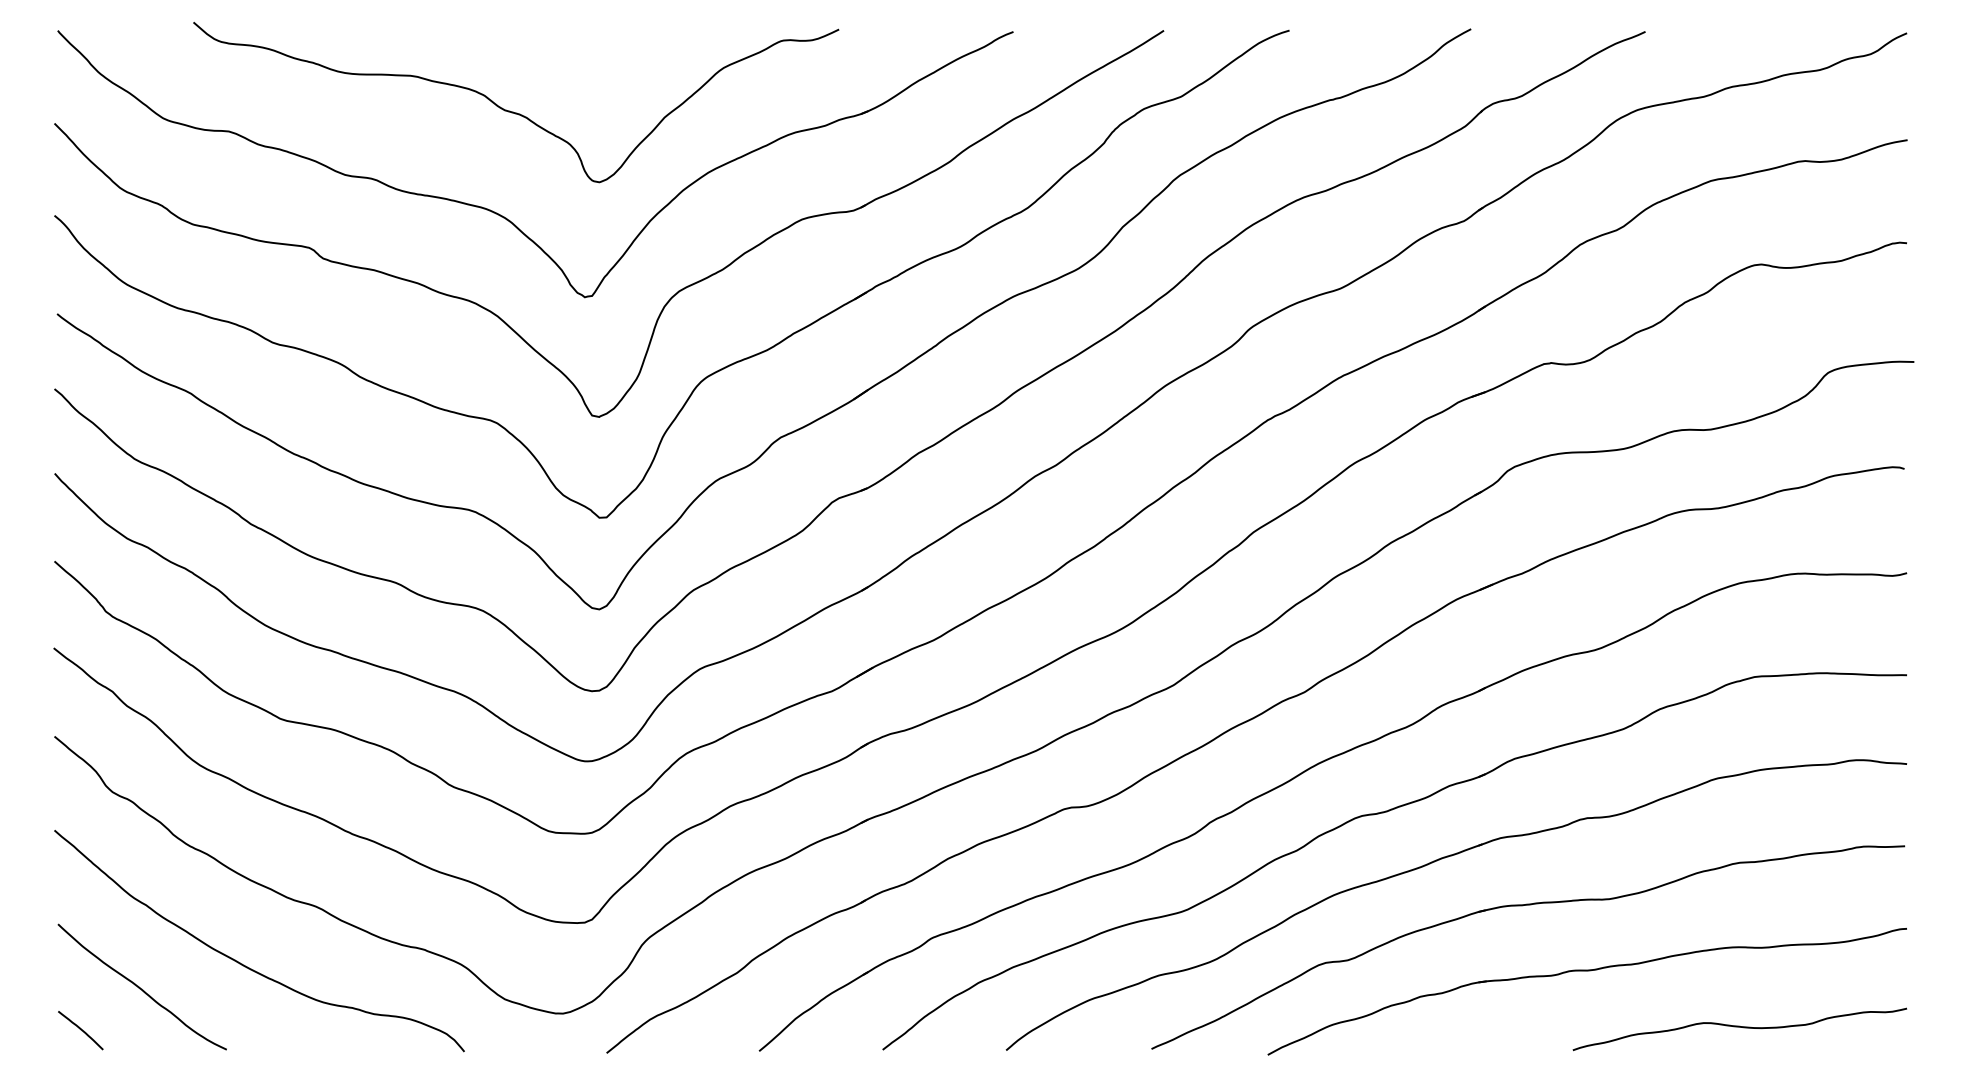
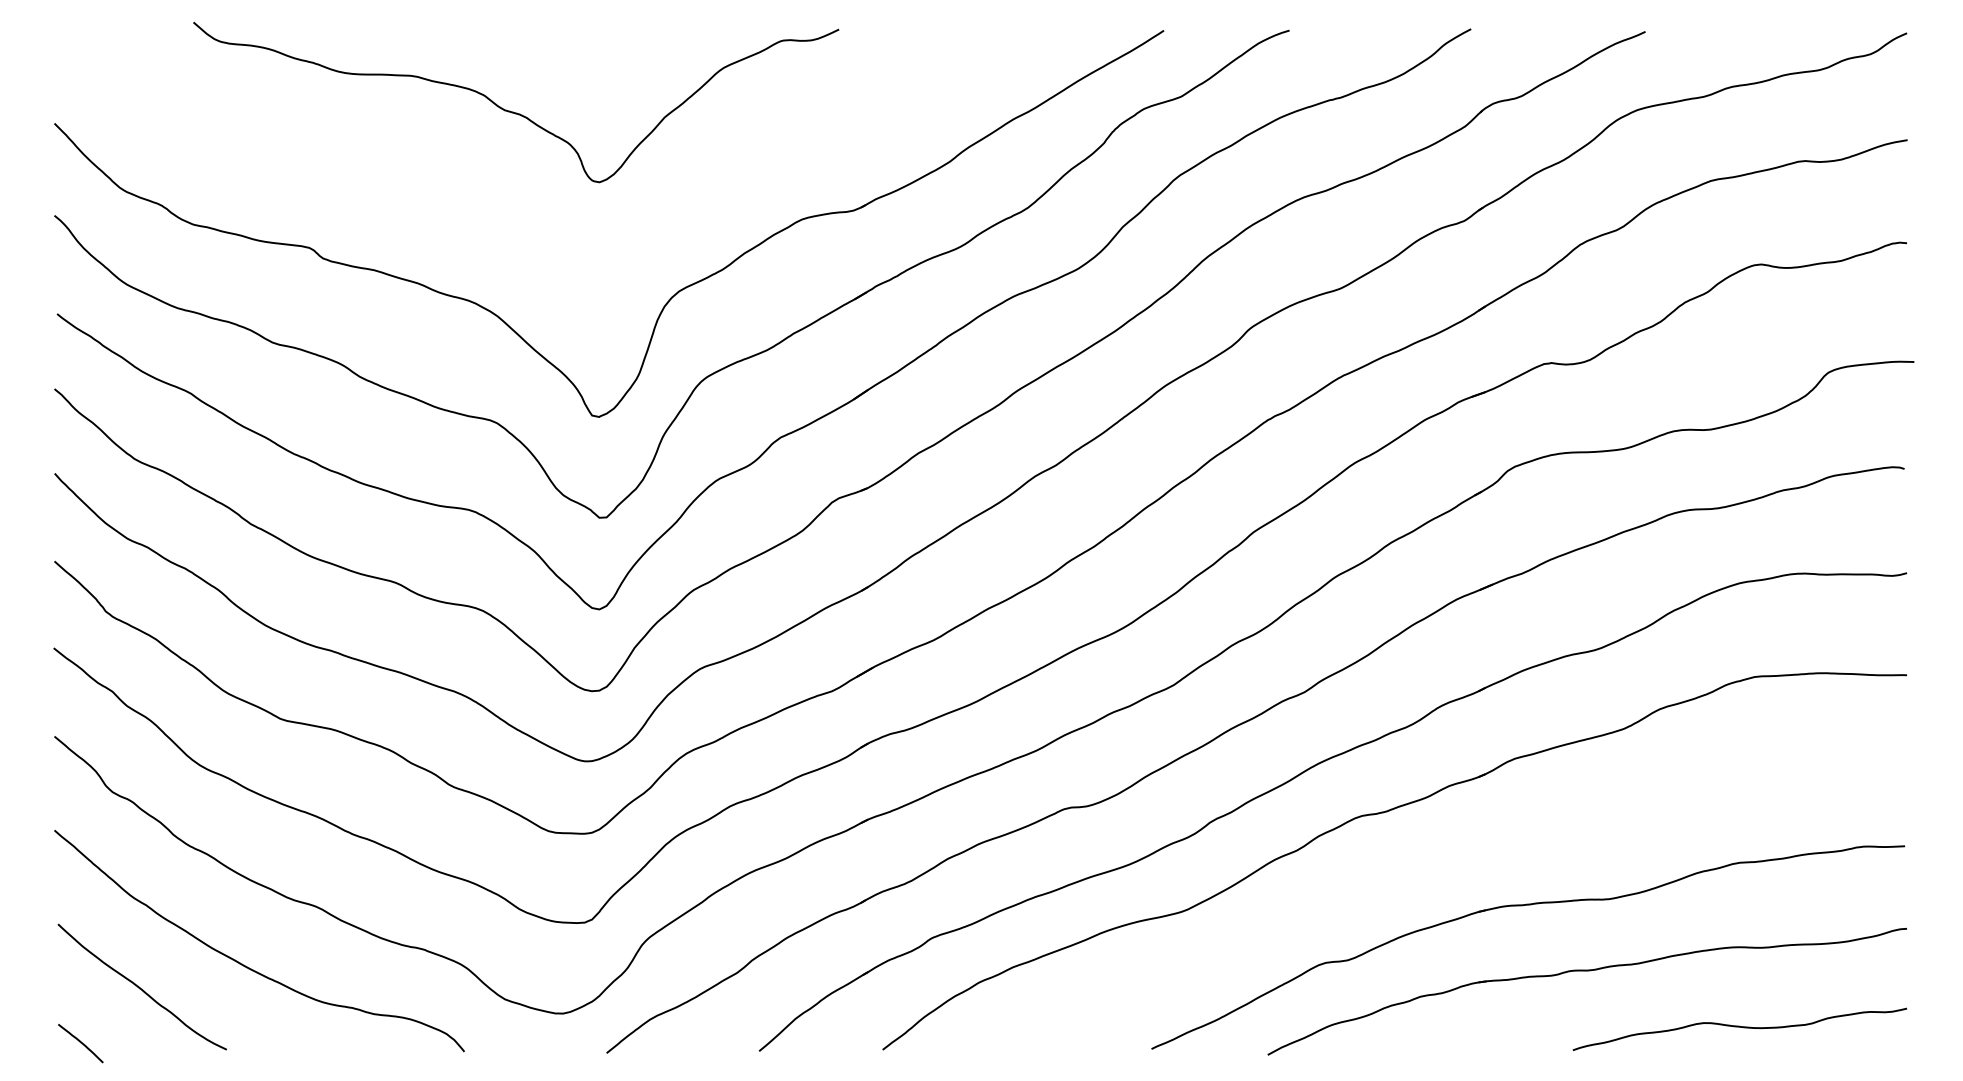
part at (506, 217): present -> none
part at (1437, 861): present -> none
curve at (80, 1030) position: (80, 1030) -> (80, 1043)
